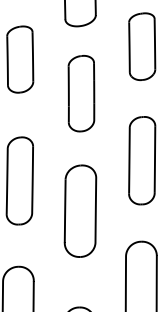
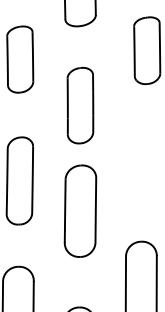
part at (142, 46) position: (142, 46) -> (147, 50)
part at (81, 93) position: (81, 93) -> (80, 105)
part at (142, 160): present -> none
